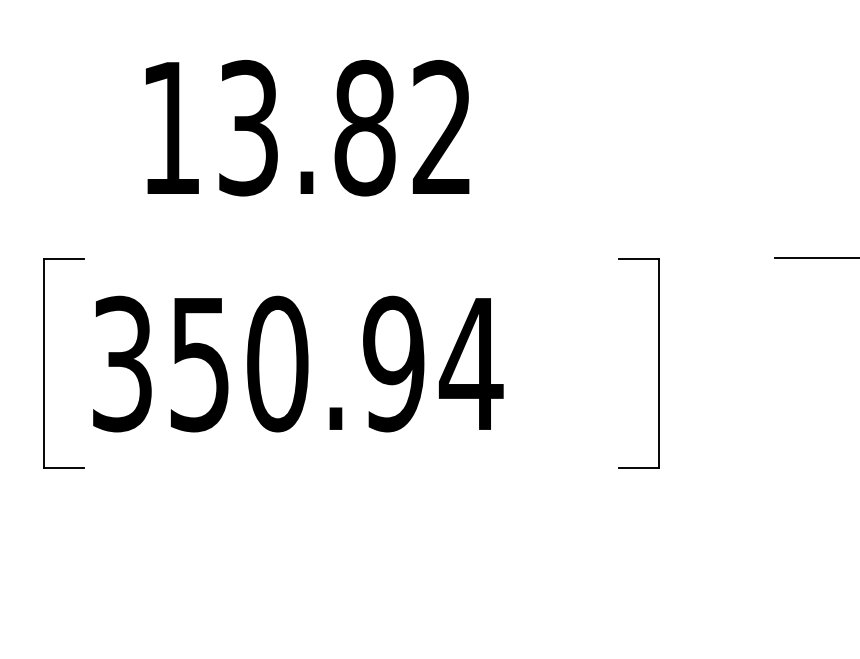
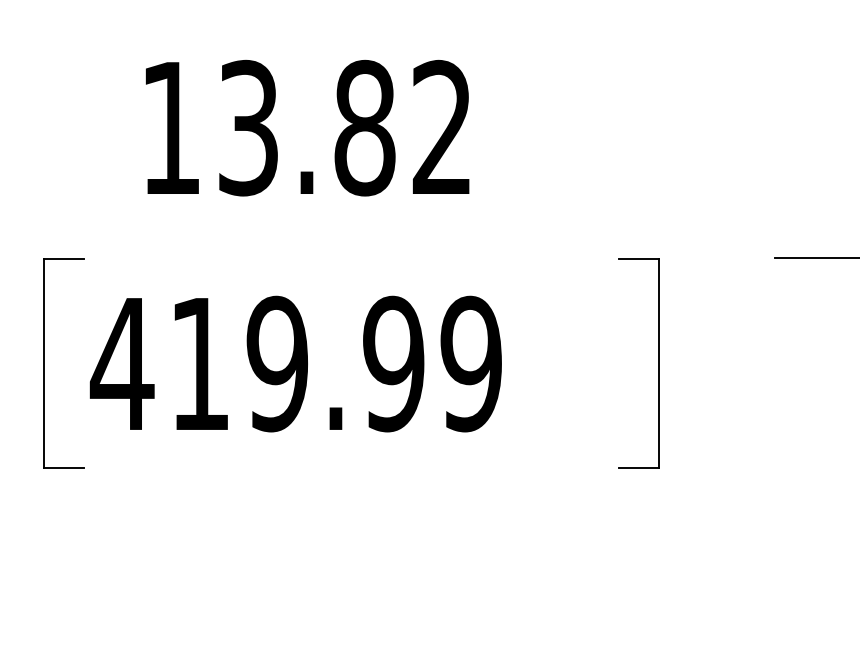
text at (296, 363): 350.94 -> 419.99
